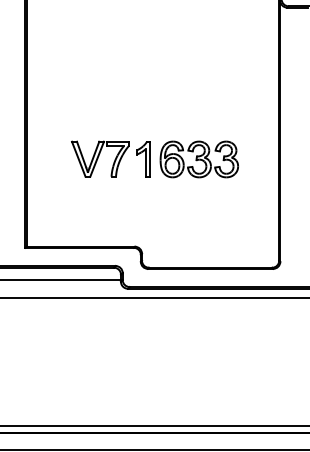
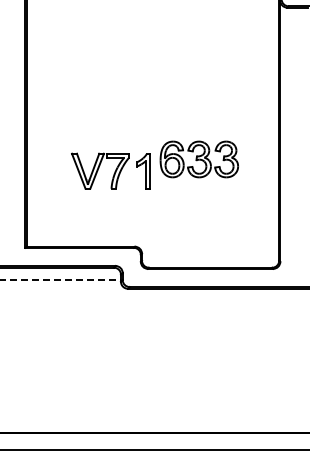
part at (110, 158) position: (110, 158) -> (110, 170)
line at (61, 279): solid -> dashed
line at (154, 297): present -> none
line at (154, 426): present -> none
